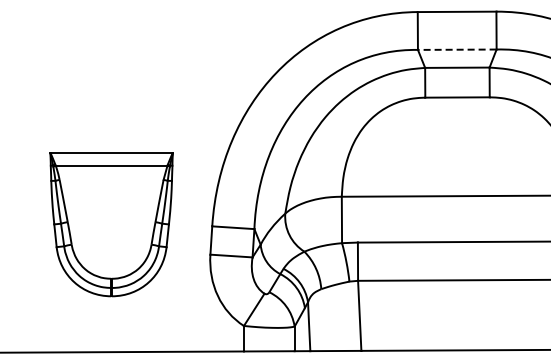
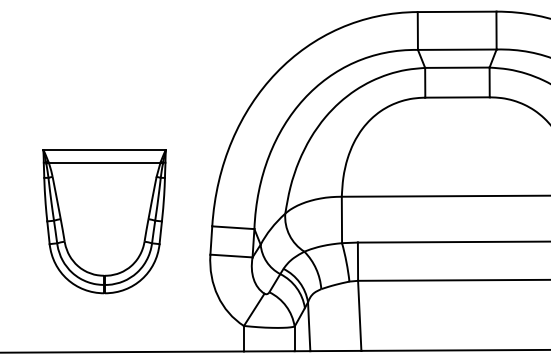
line at (456, 49): dashed -> solid
part at (111, 224) position: (111, 224) -> (104, 221)
